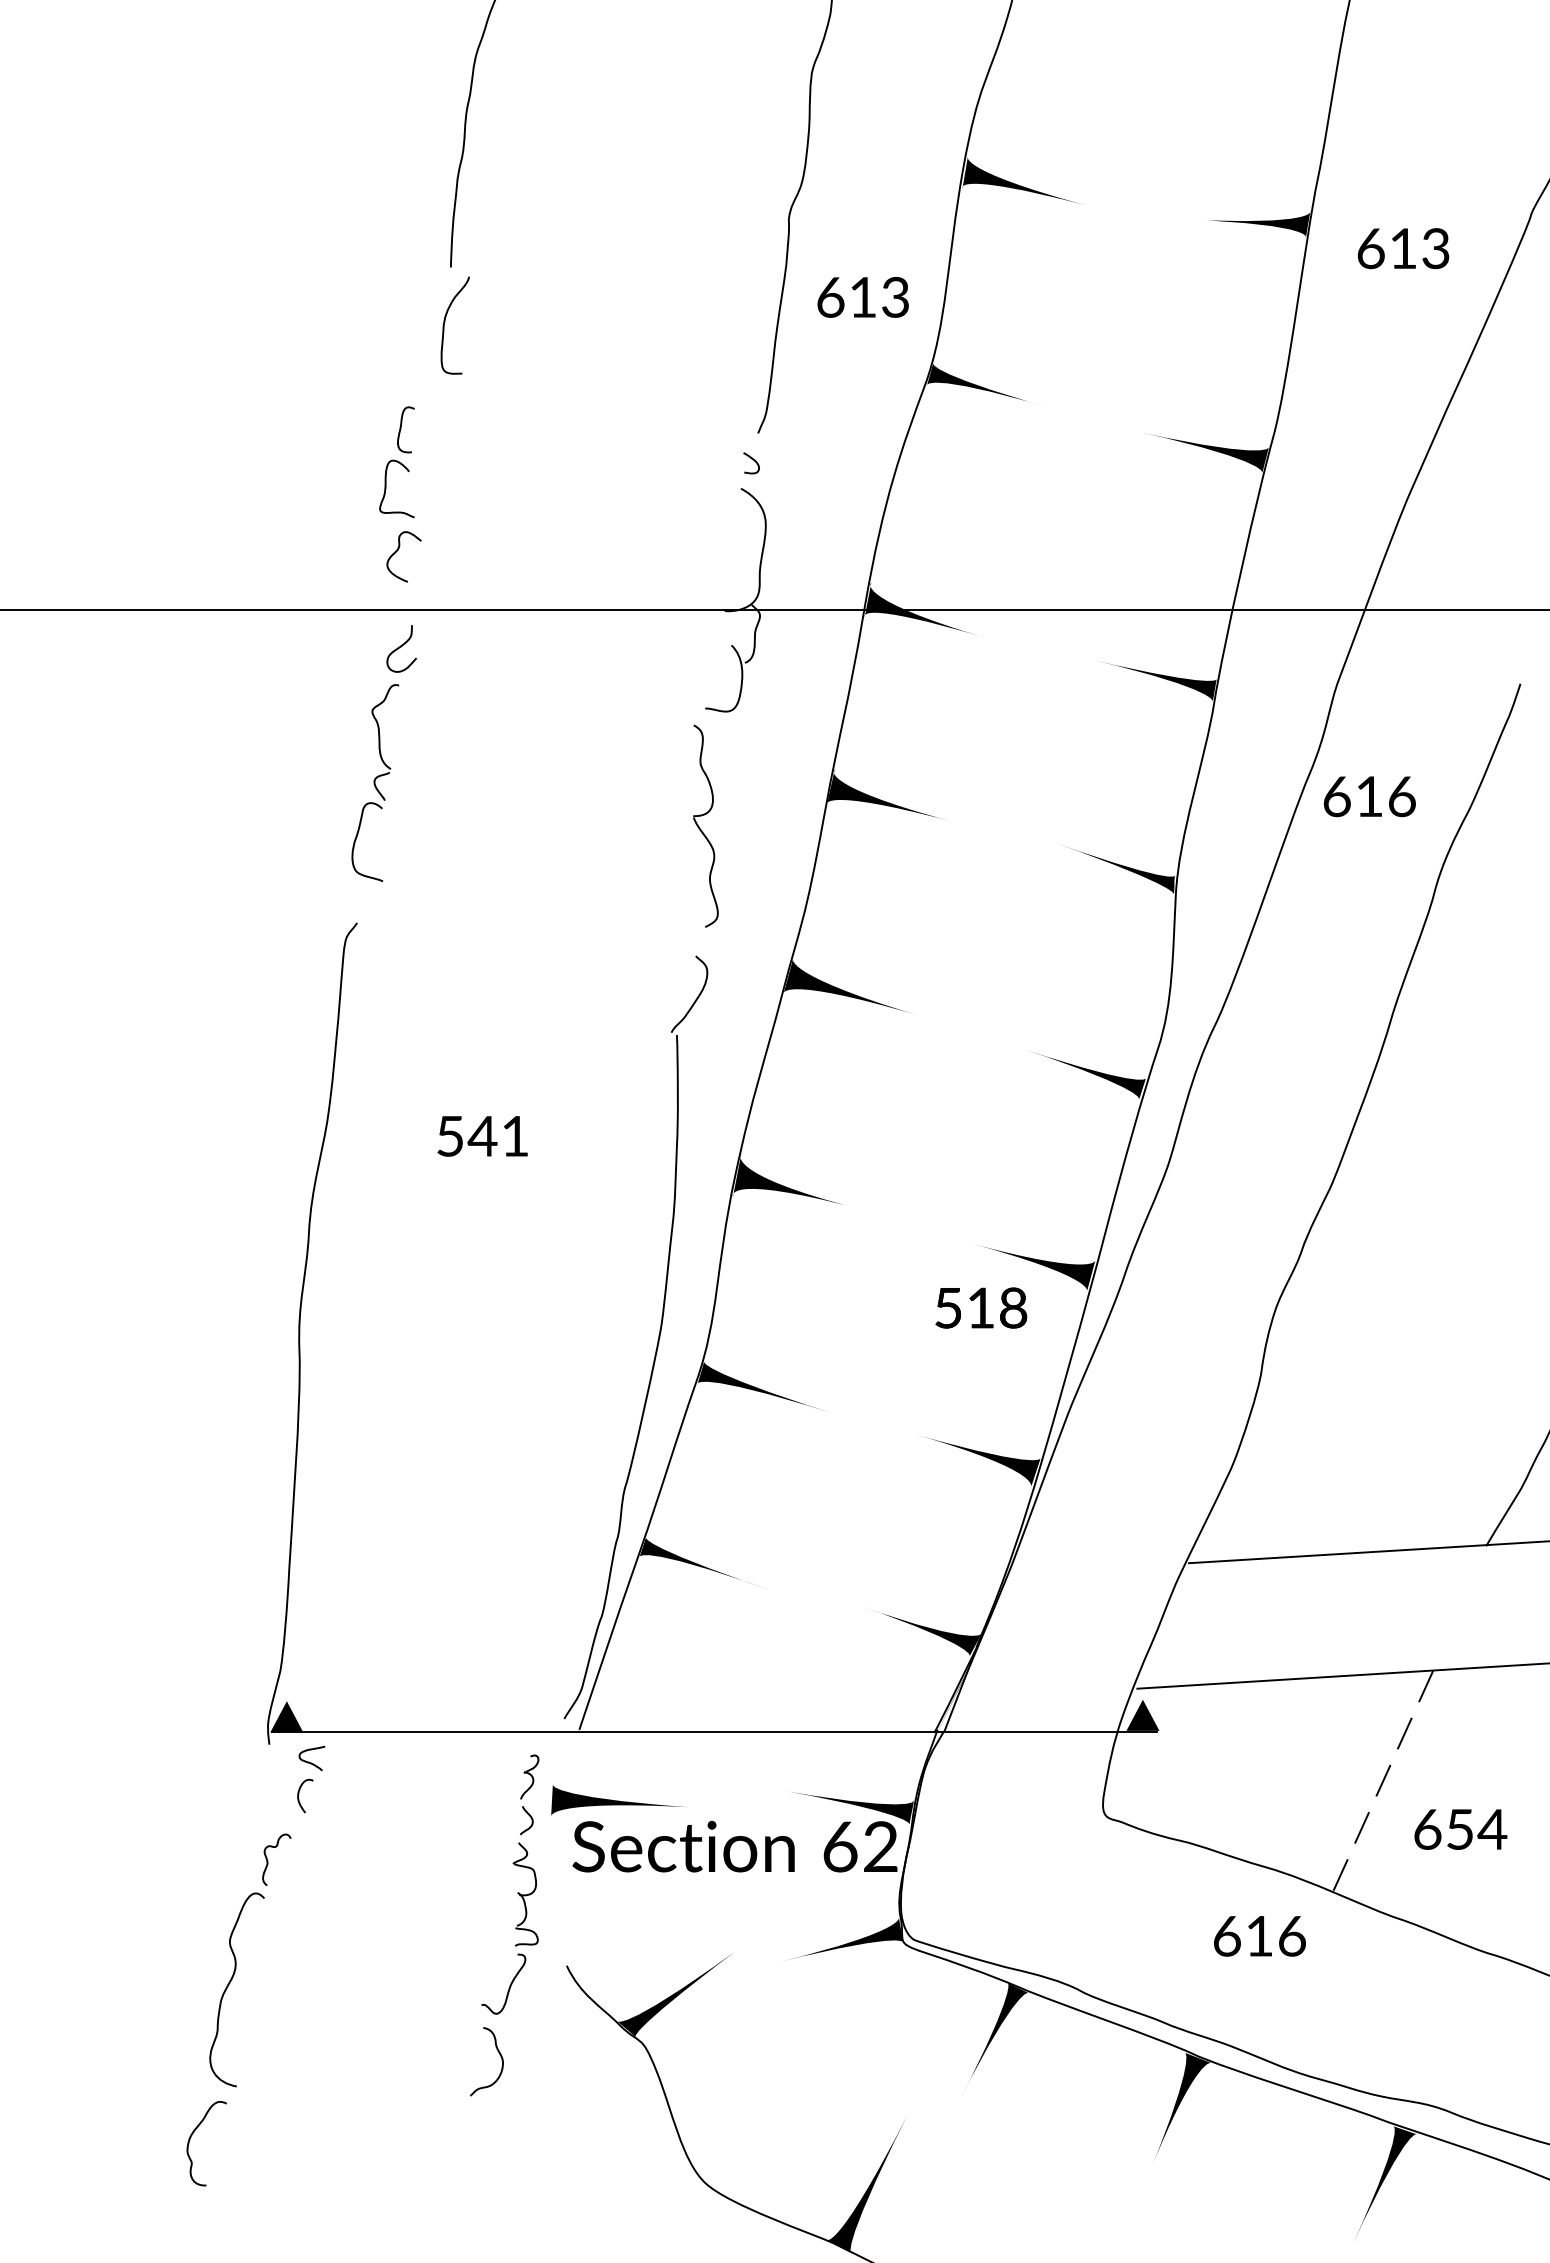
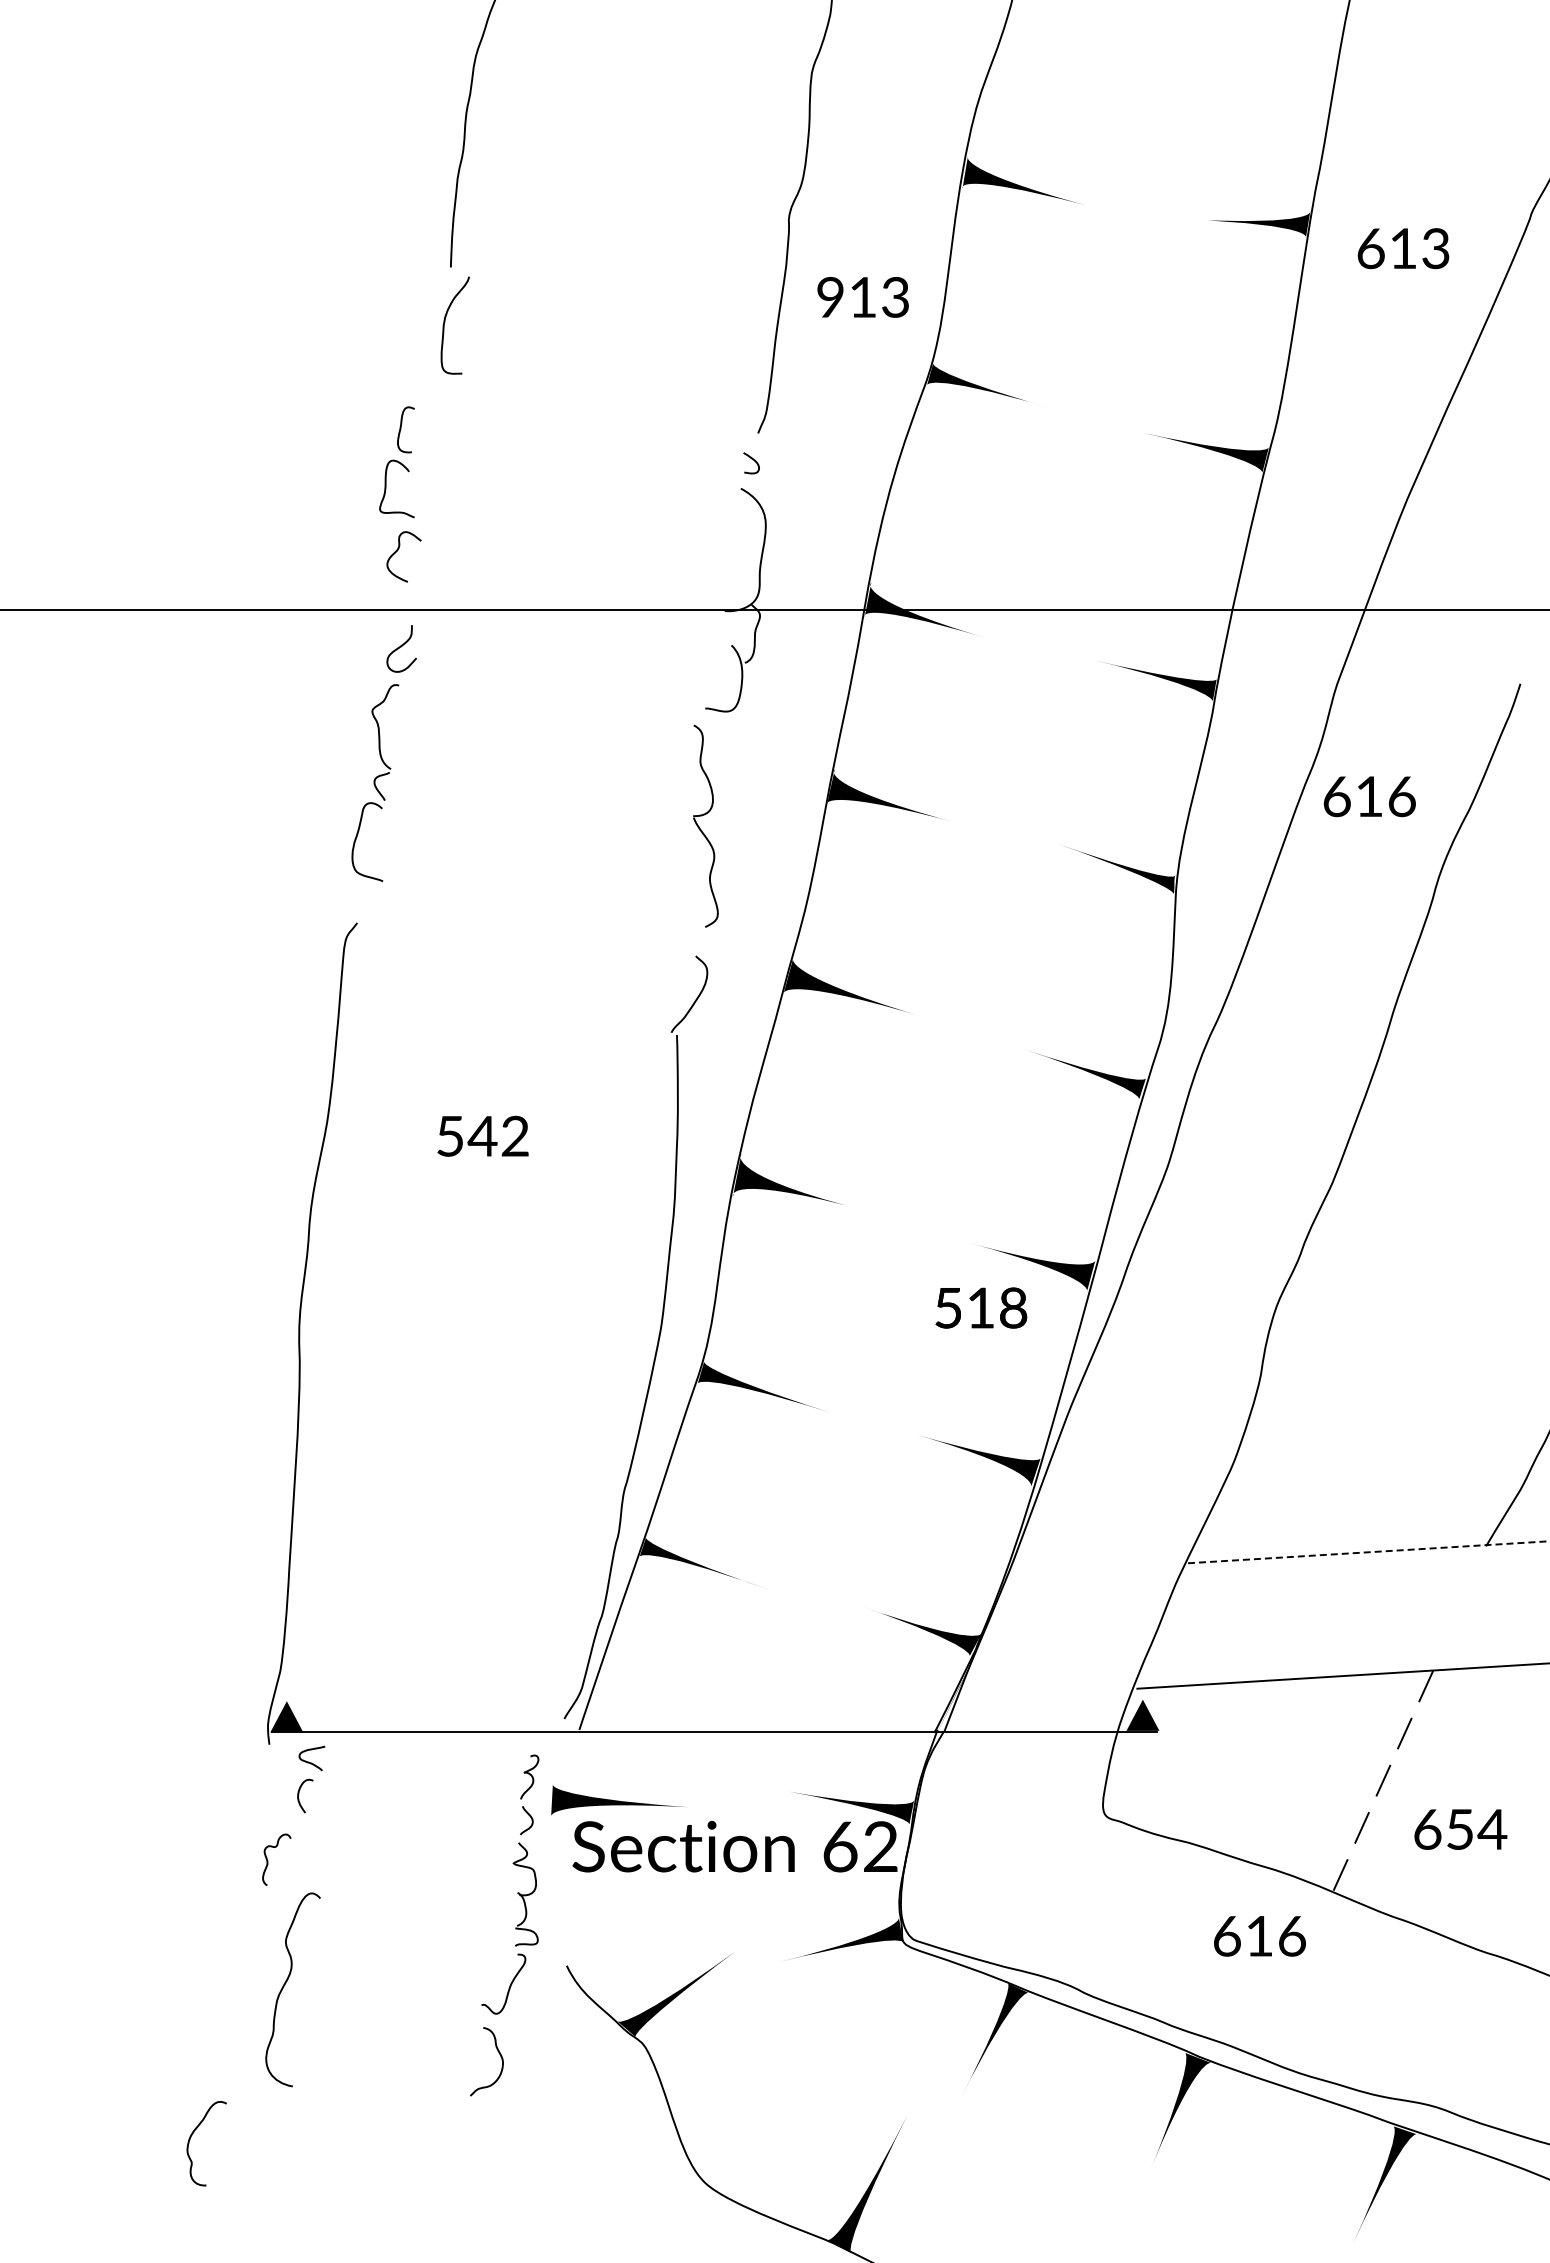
text at (830, 296): 613 -> 913
text at (514, 1135): 541 -> 542
line at (1368, 1552): solid -> dashed
curve at (229, 1985) position: (229, 1985) -> (285, 1985)
